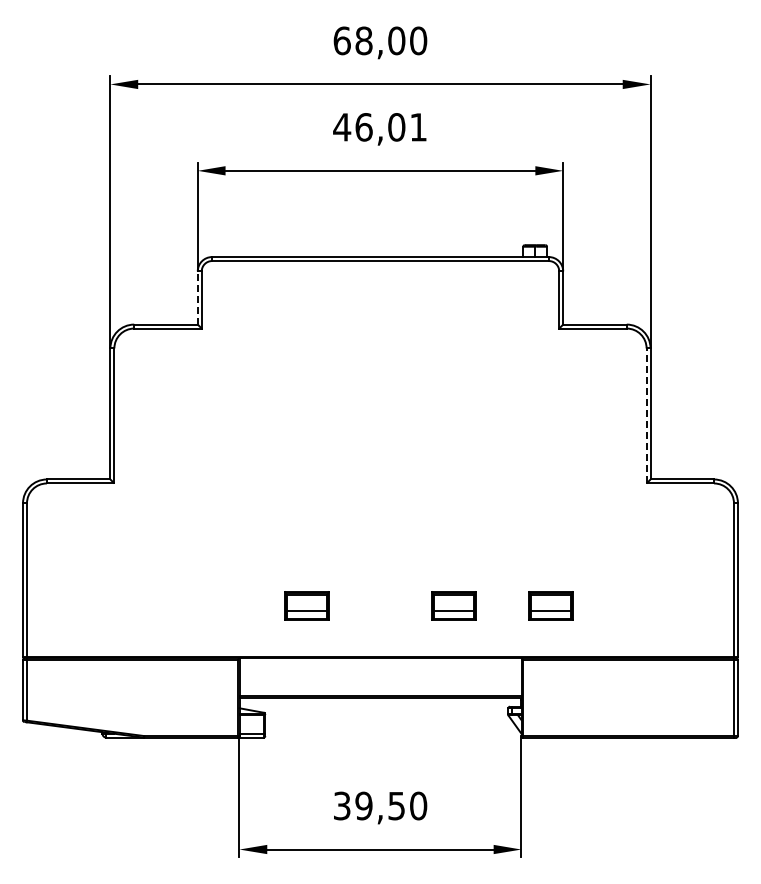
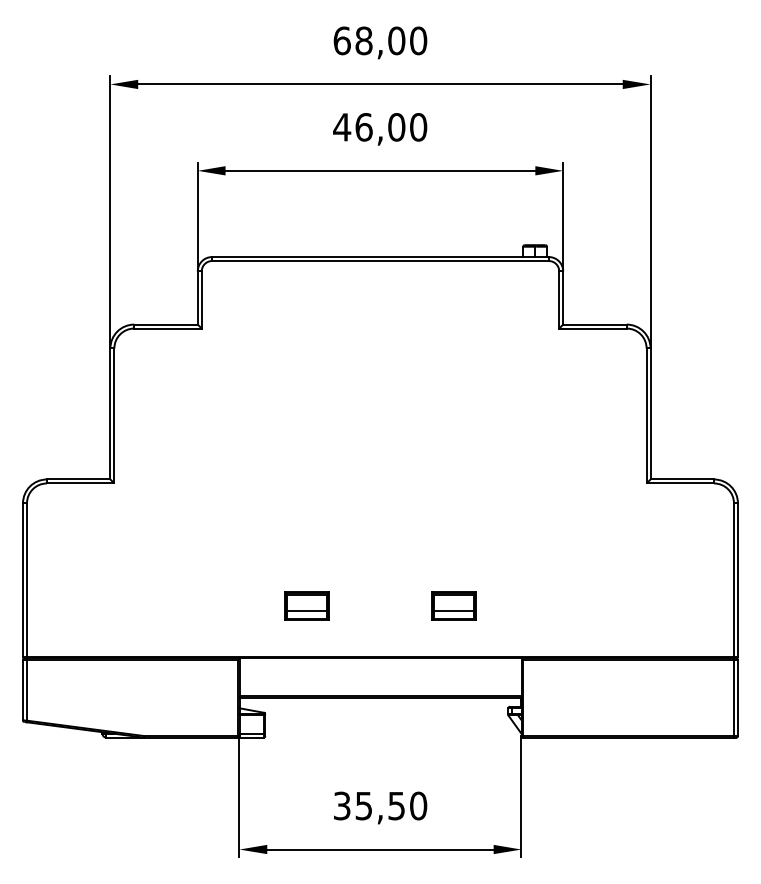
text at (418, 127): 46,01 -> 46,00
line at (197, 297): dashed -> solid
line at (646, 415): dashed -> solid
part at (550, 605): present -> none
text at (363, 805): 39,50 -> 35,50
